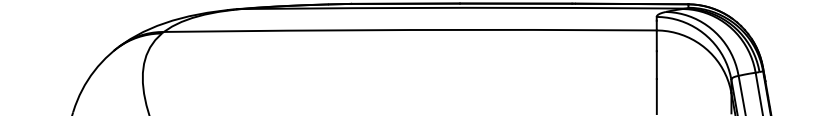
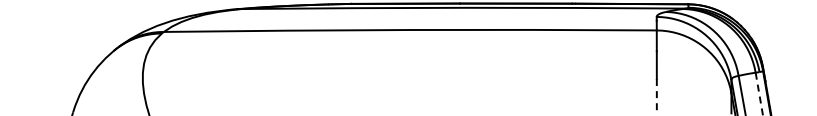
line at (759, 94): solid -> dashed
line at (656, 97): solid -> dashed
